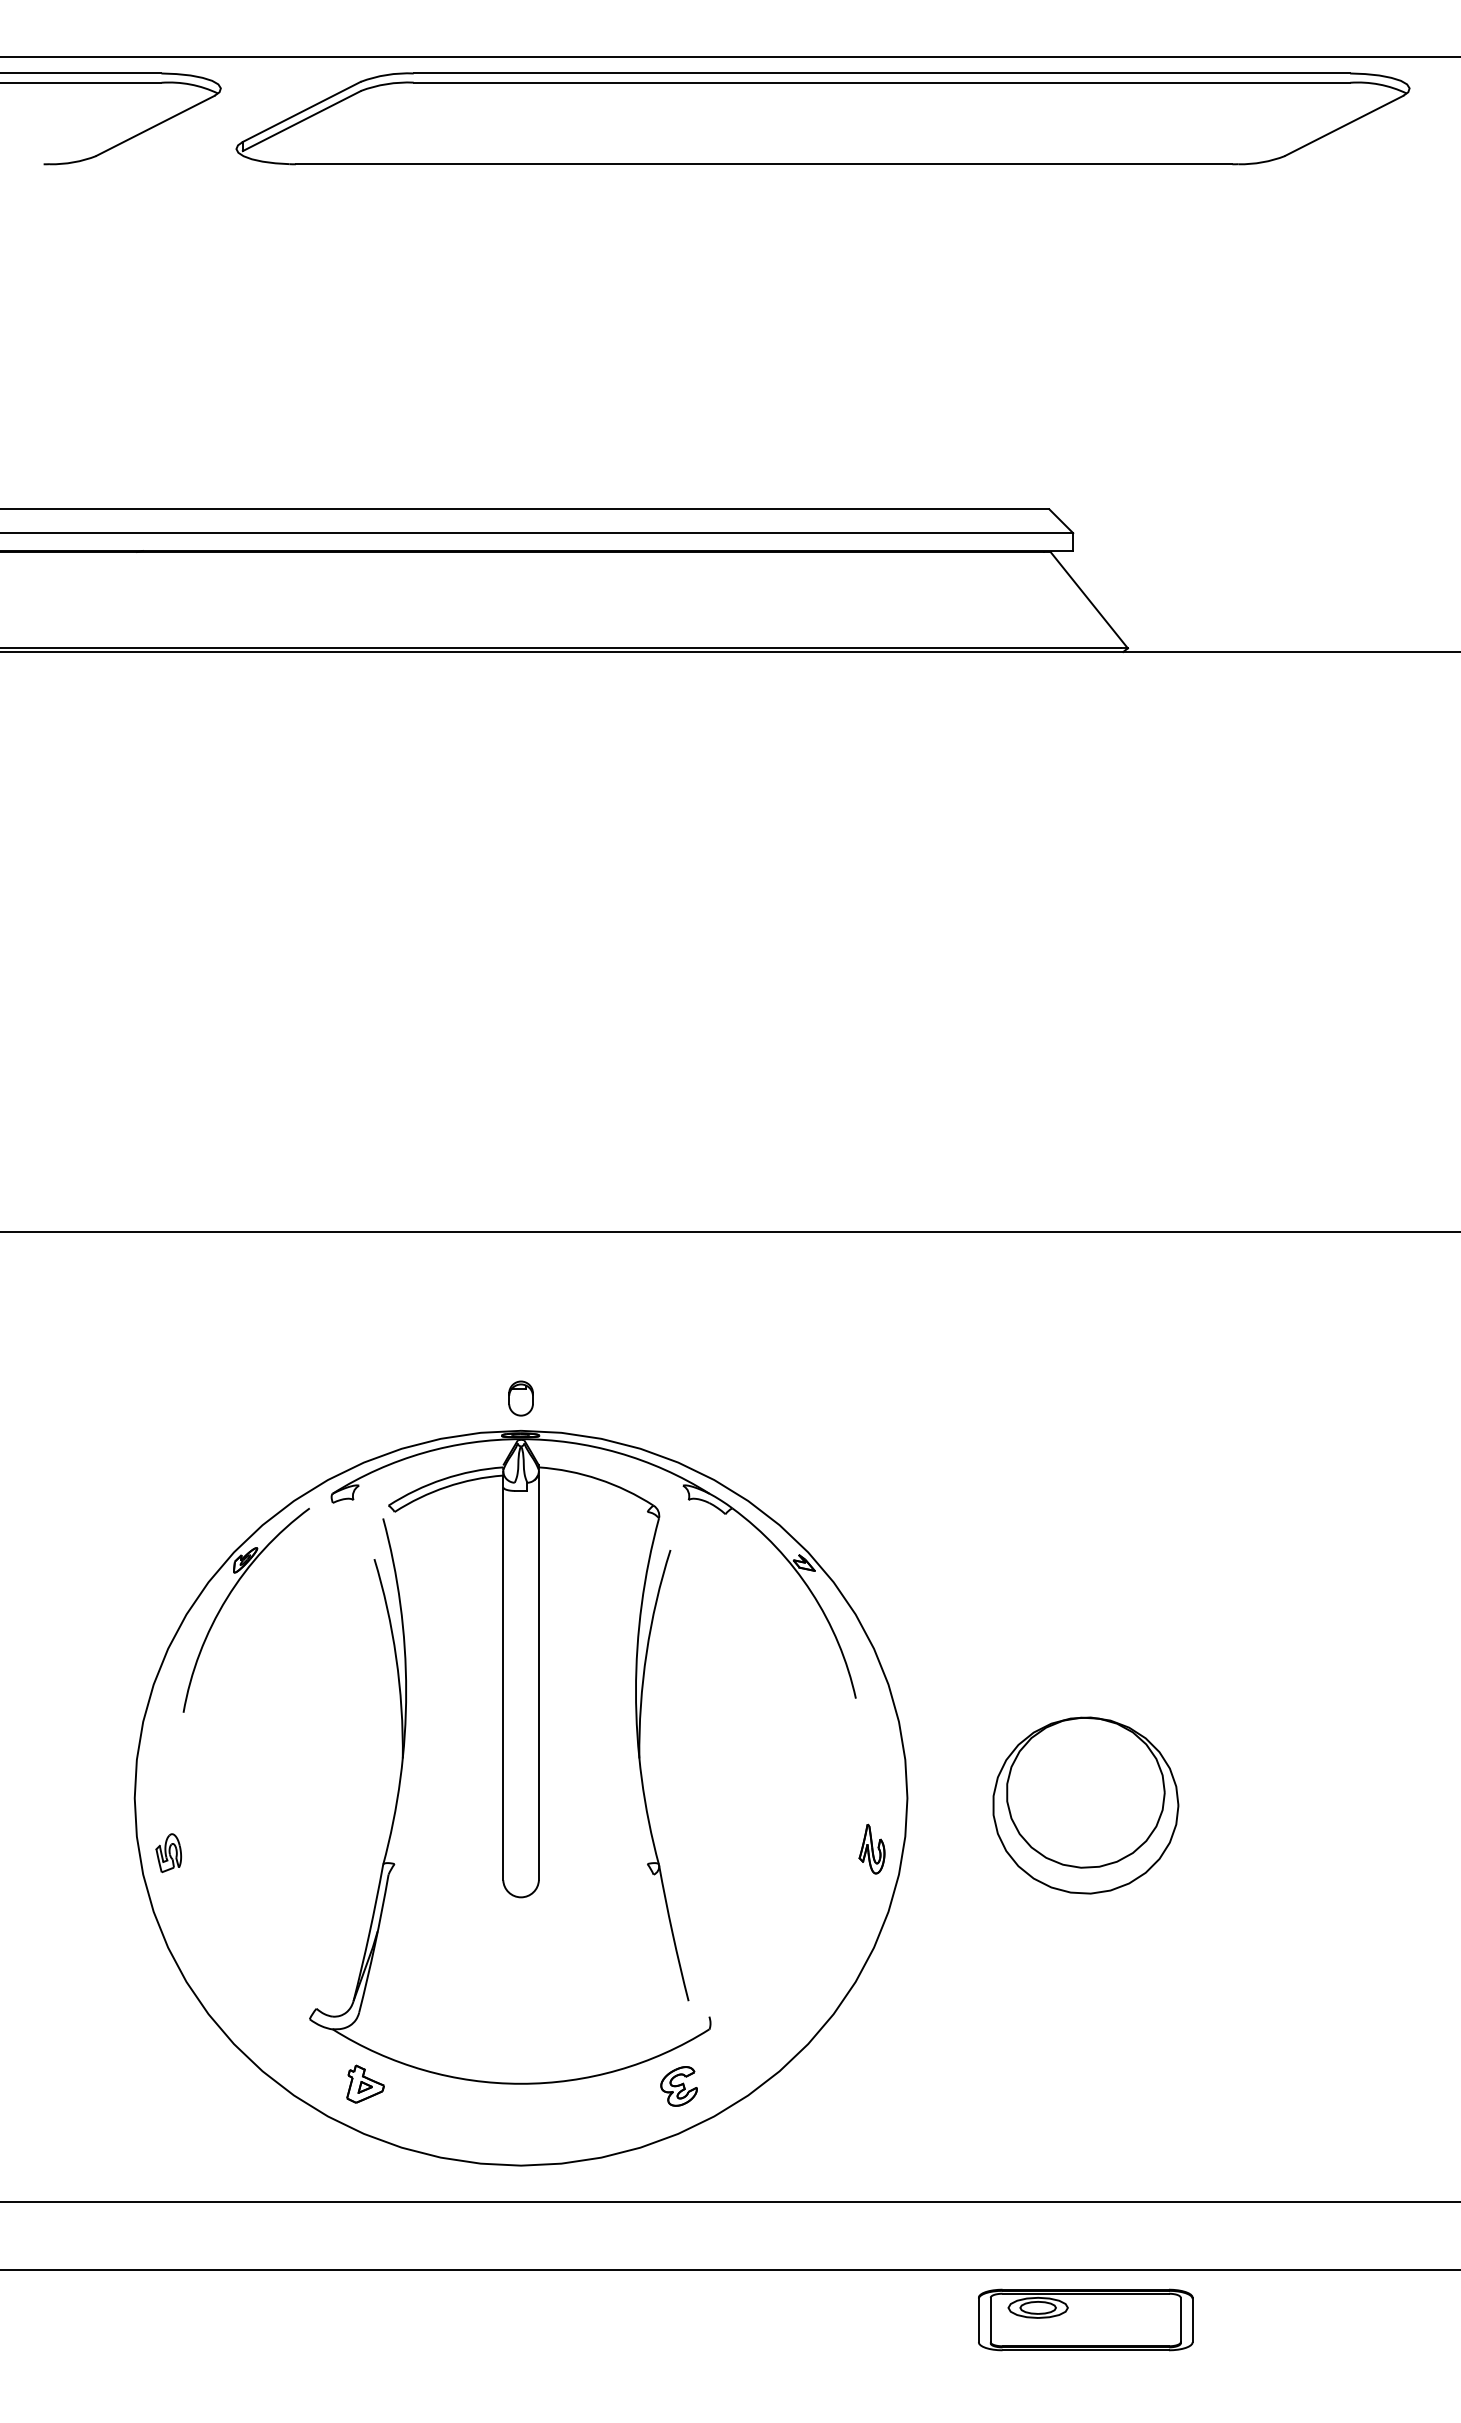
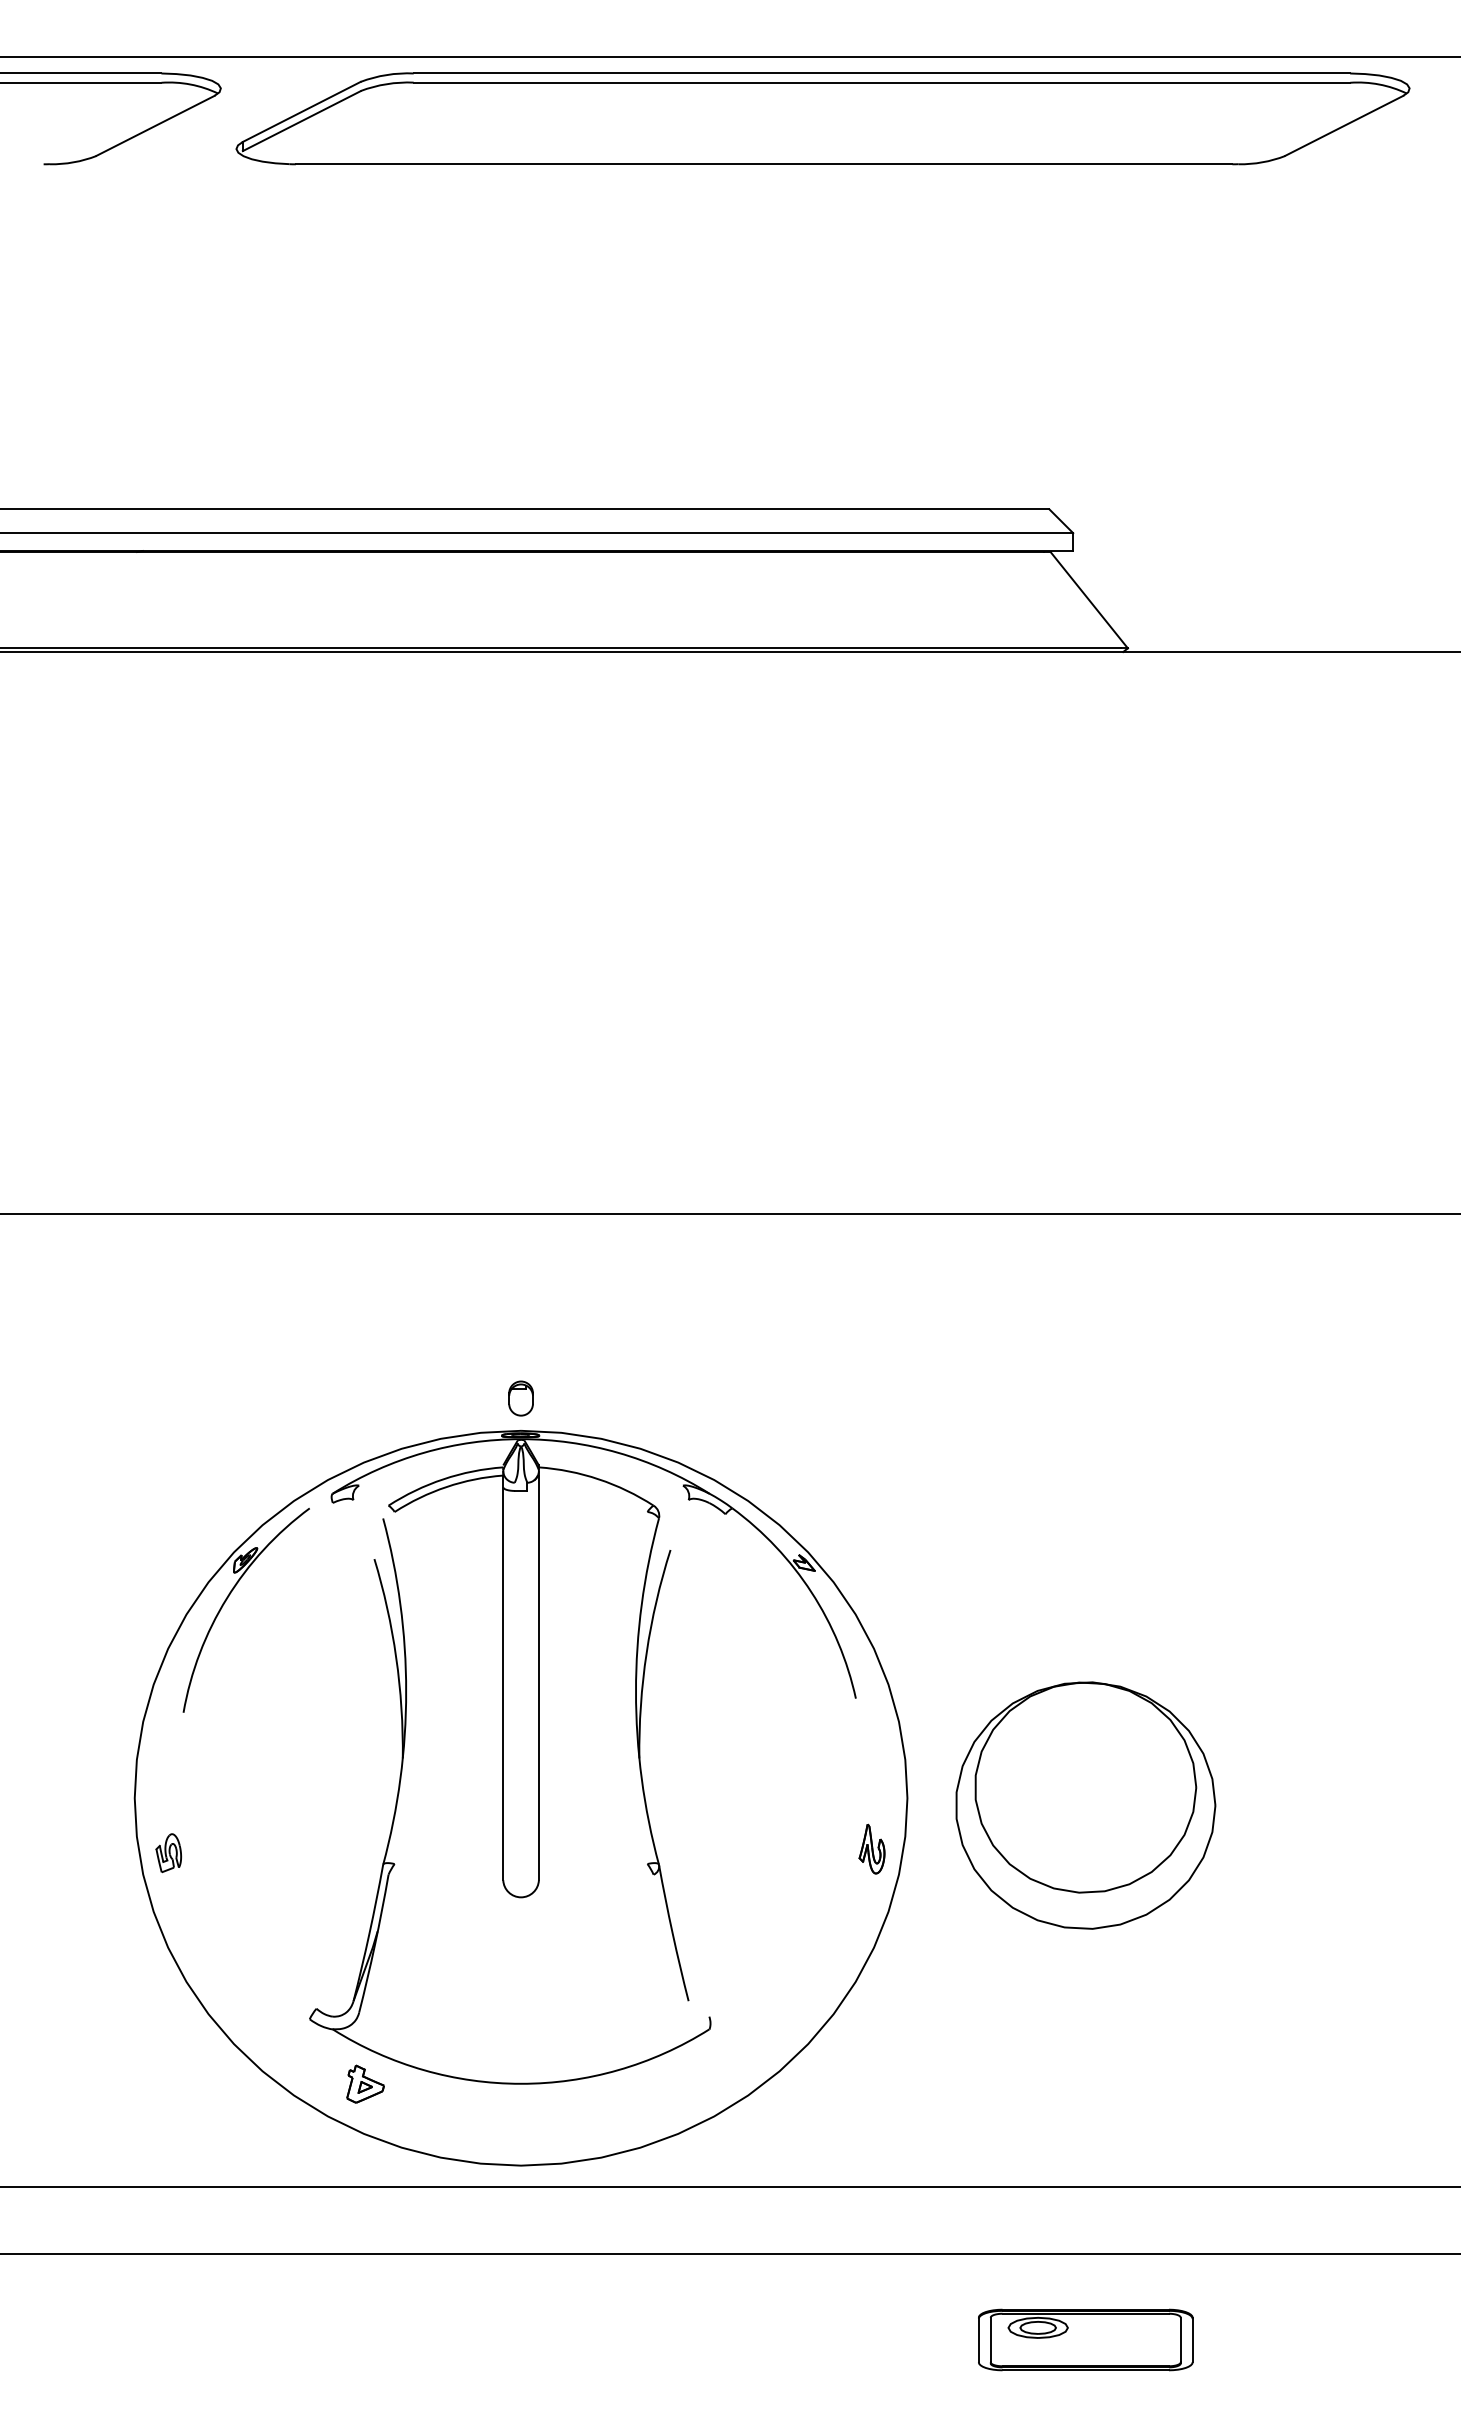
line at (729, 1231) position: (729, 1231) -> (729, 1213)
part at (1085, 1805) size: 188x179 px -> 262x249 px
part at (678, 2086): present -> none
line at (729, 2202) position: (729, 2202) -> (729, 2187)
line at (729, 2269) position: (729, 2269) -> (729, 2253)
part at (1085, 2319) position: (1085, 2319) -> (1085, 2339)
